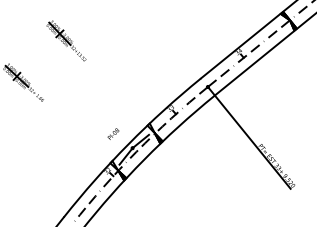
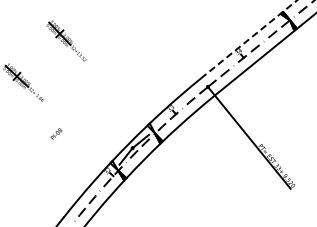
line at (249, 39): solid -> dashed
text at (113, 133) position: (113, 133) -> (56, 133)
